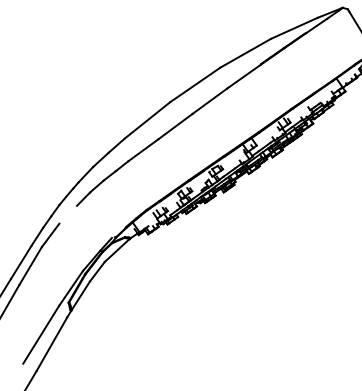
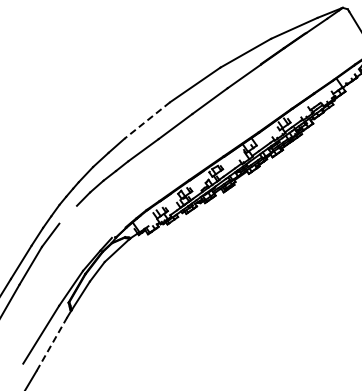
line at (146, 120): solid -> dashed
line at (51, 344): solid -> dashed
